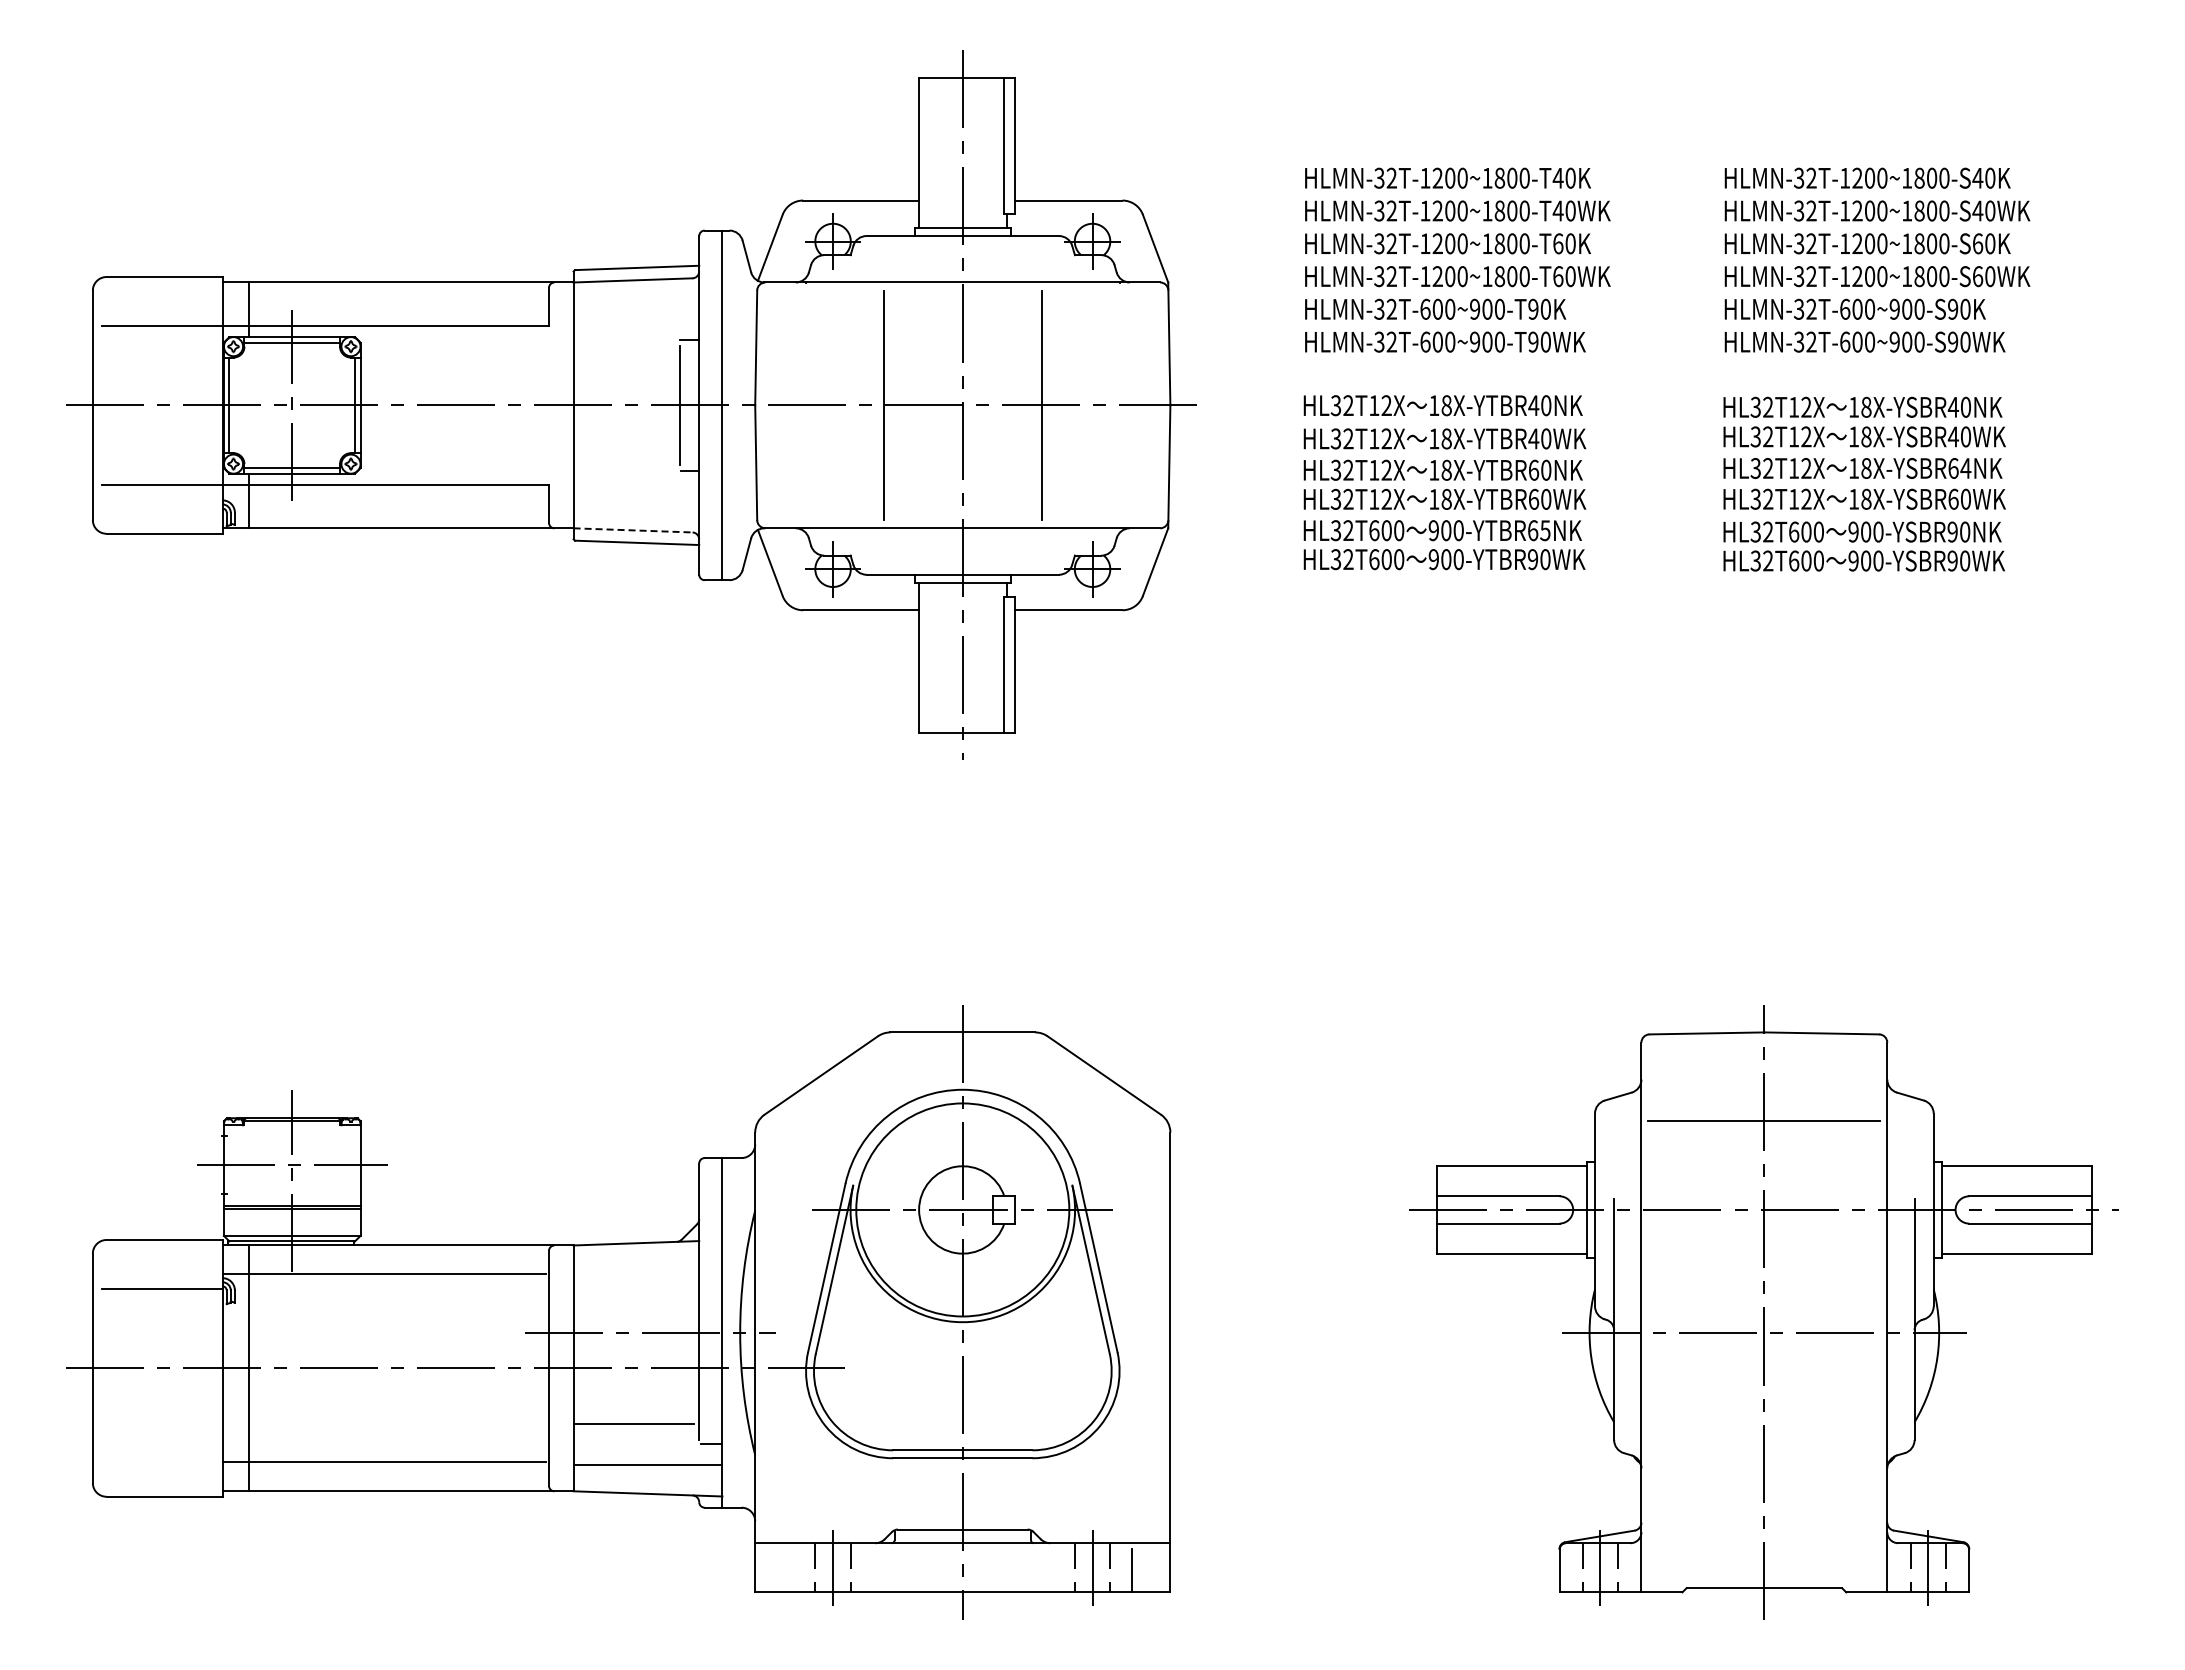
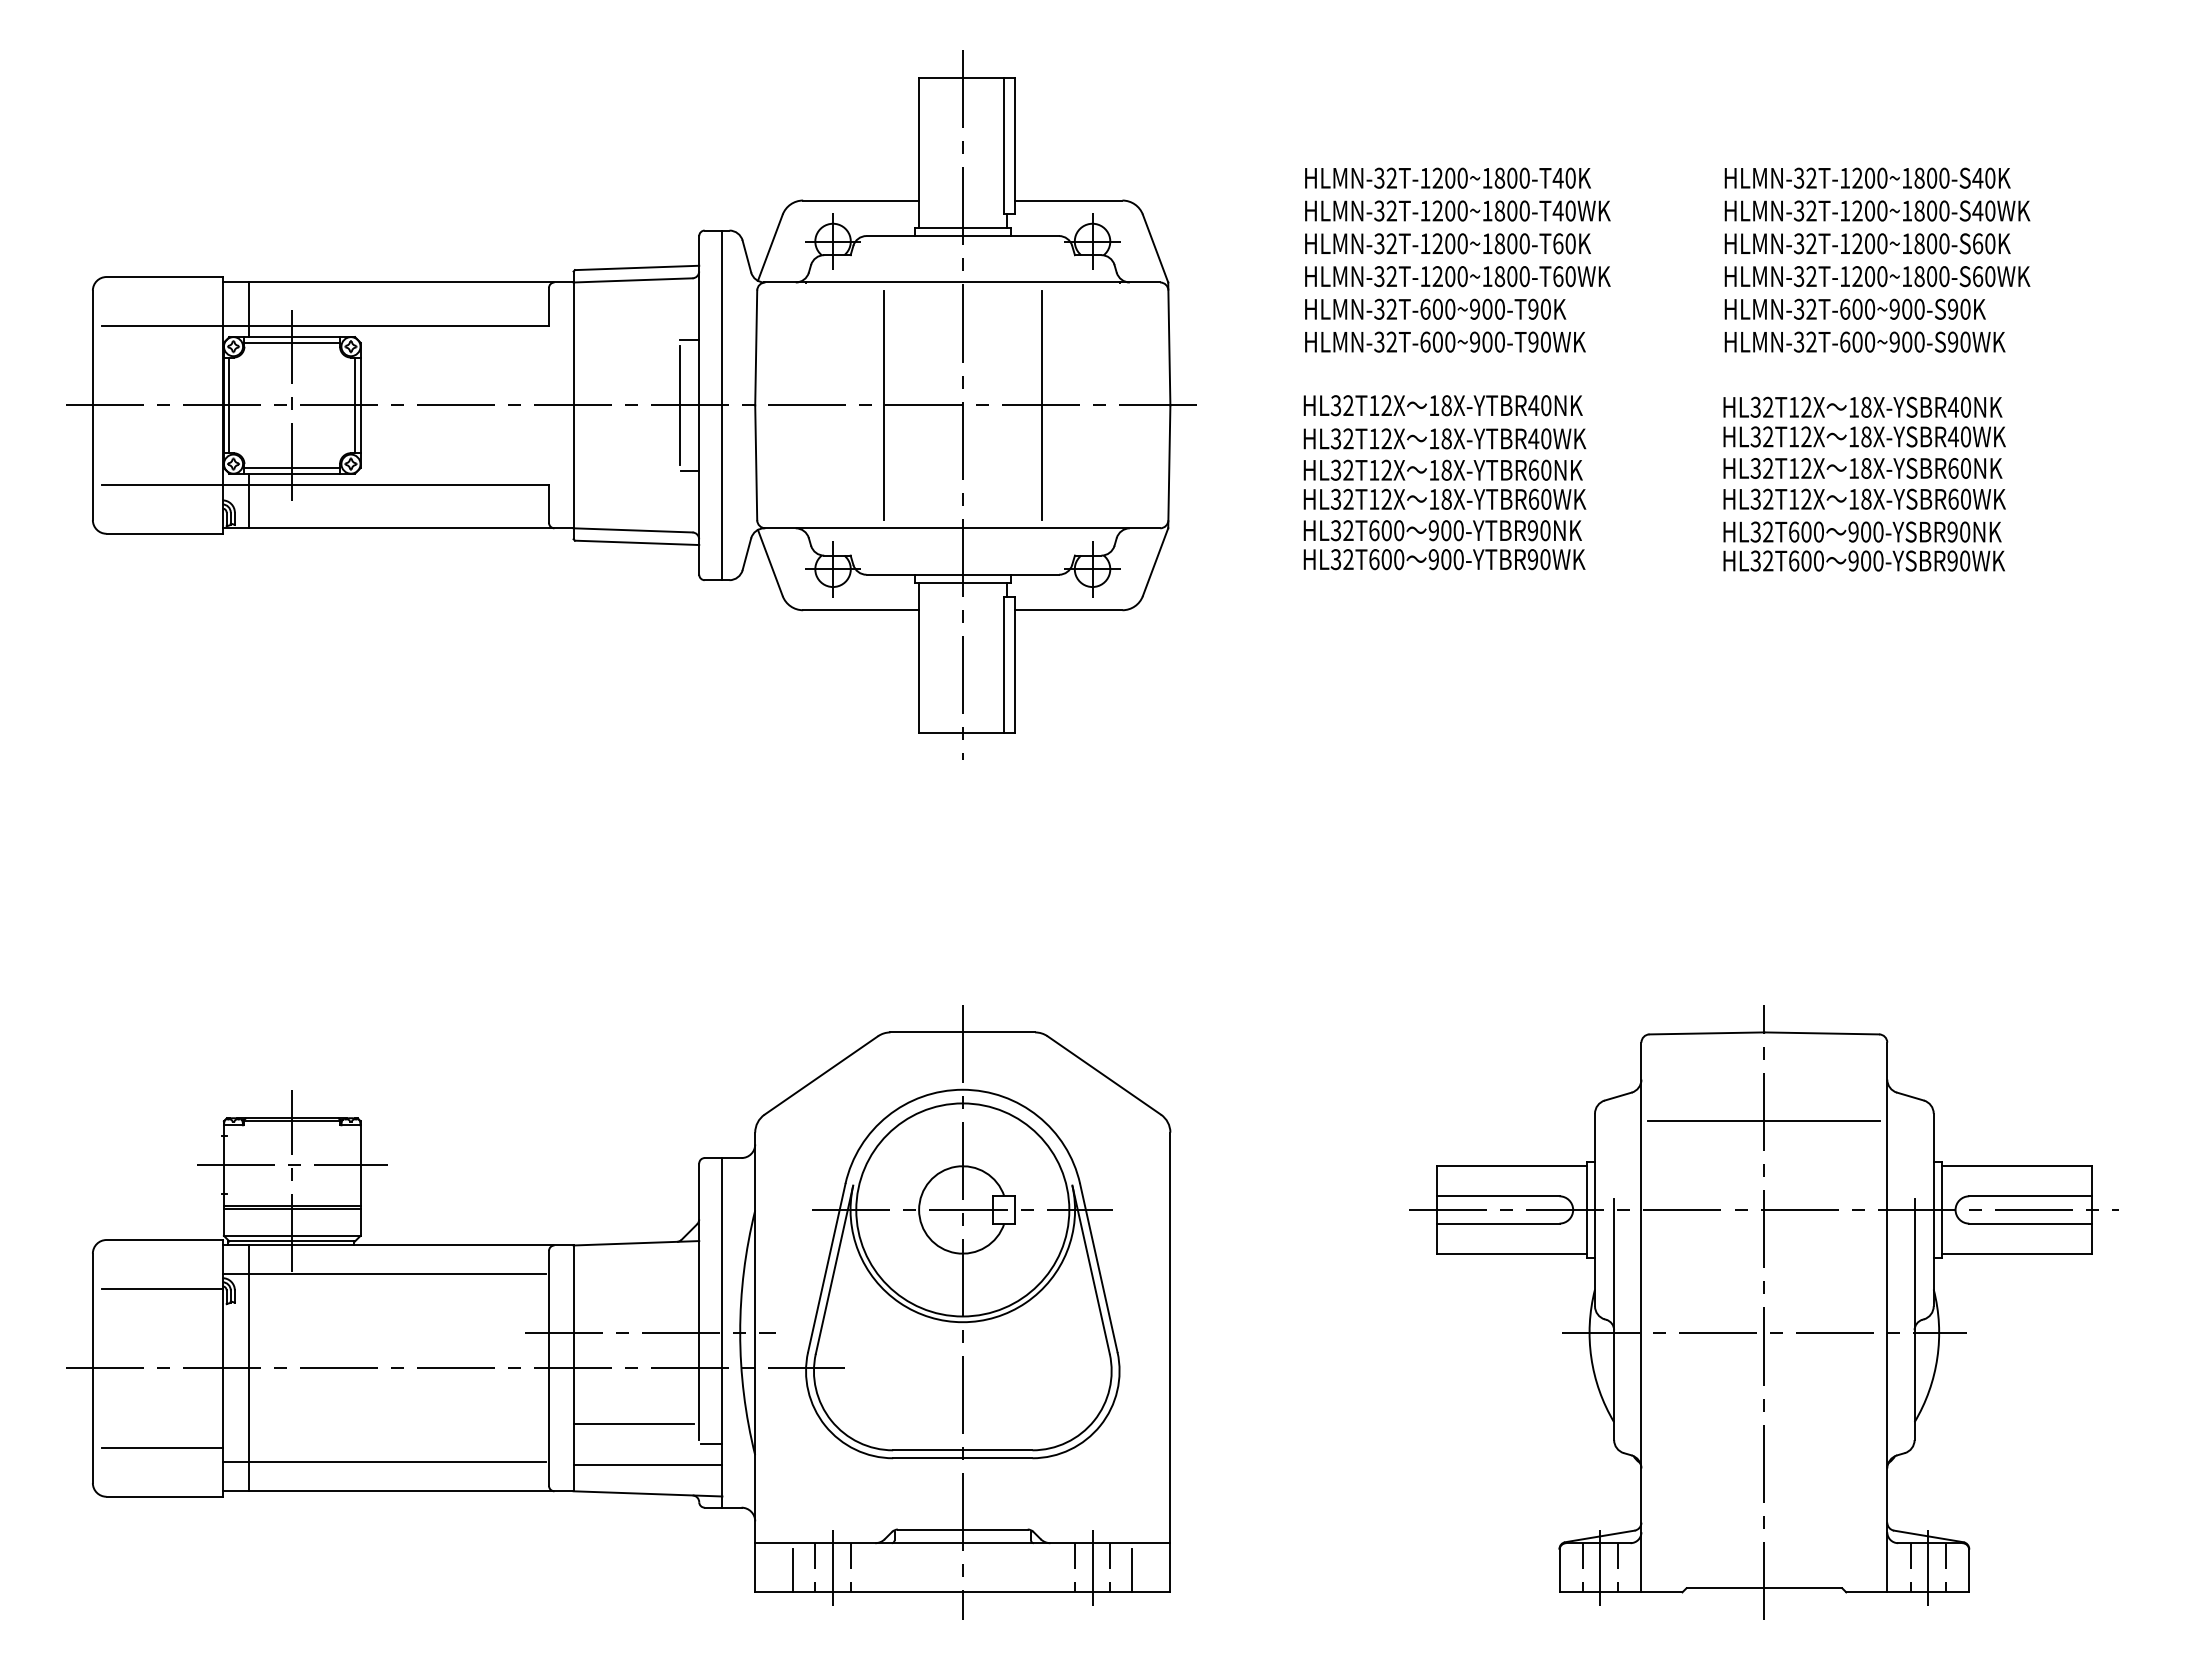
text at (1965, 468): 18X-YSBR64NK -> 18X-YSBR60NK
line at (633, 530): dashed -> solid
text at (1539, 530): 900-YTBR65NK -> 900-YTBR90NK
line at (162, 1447): none -> present
line at (793, 1570): none -> present
